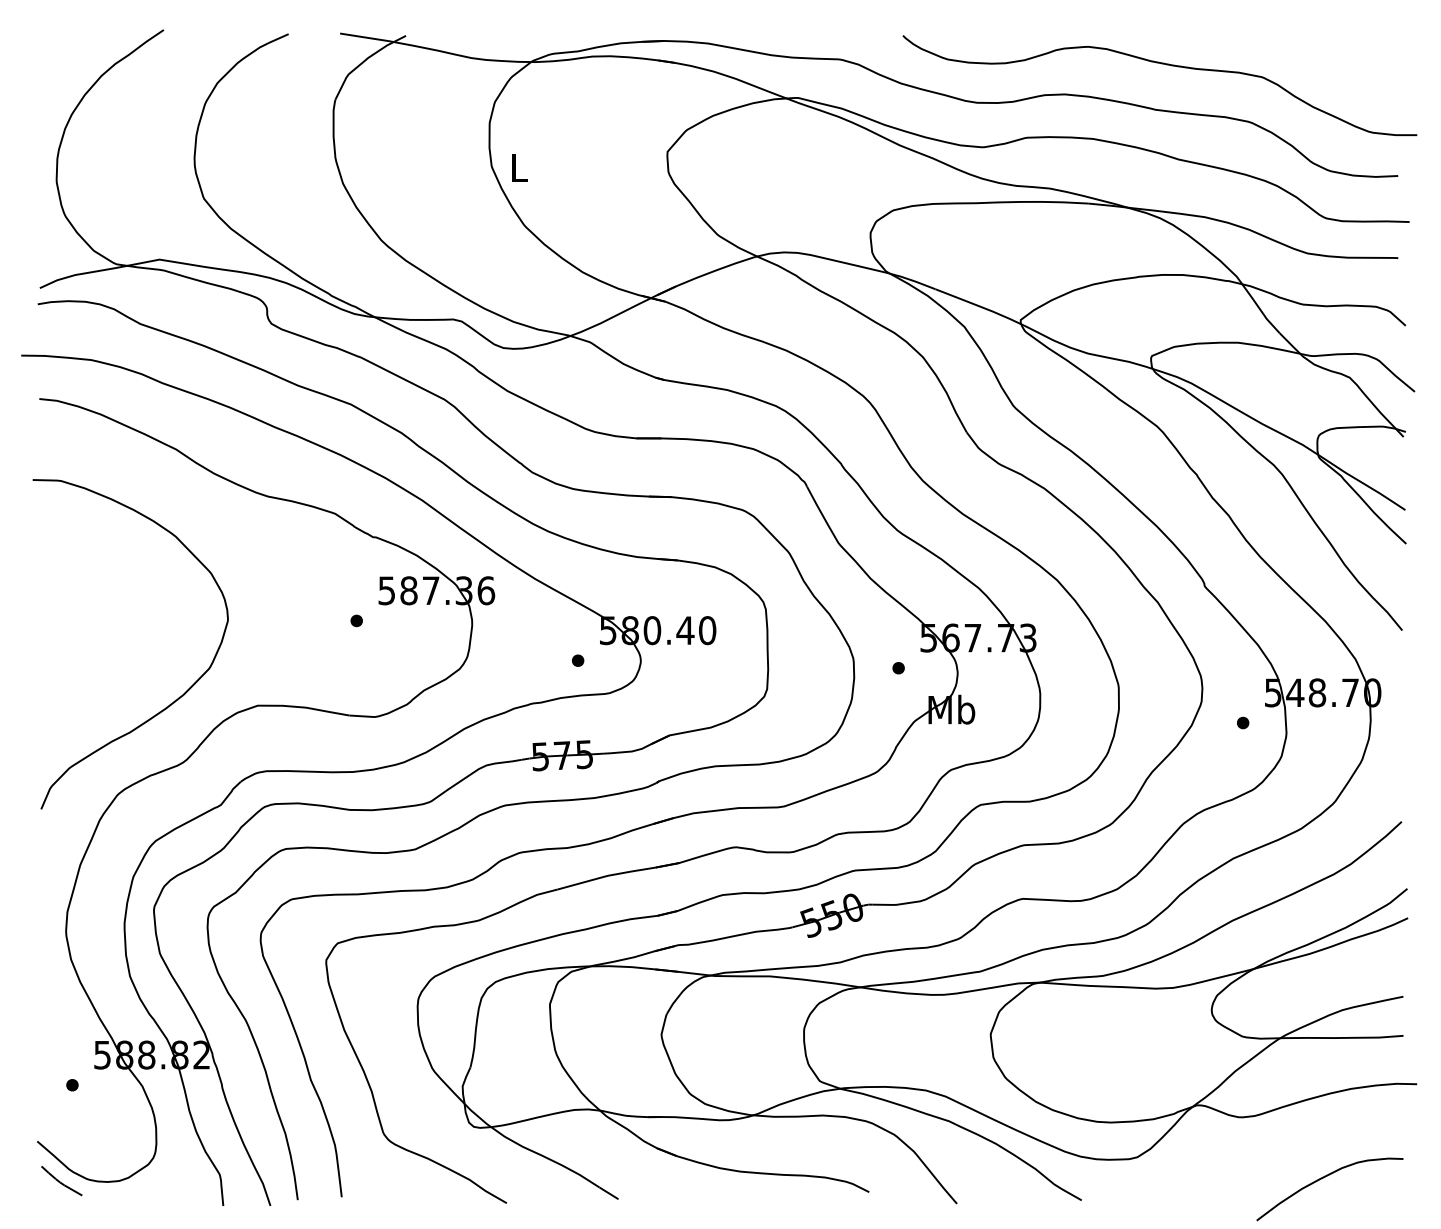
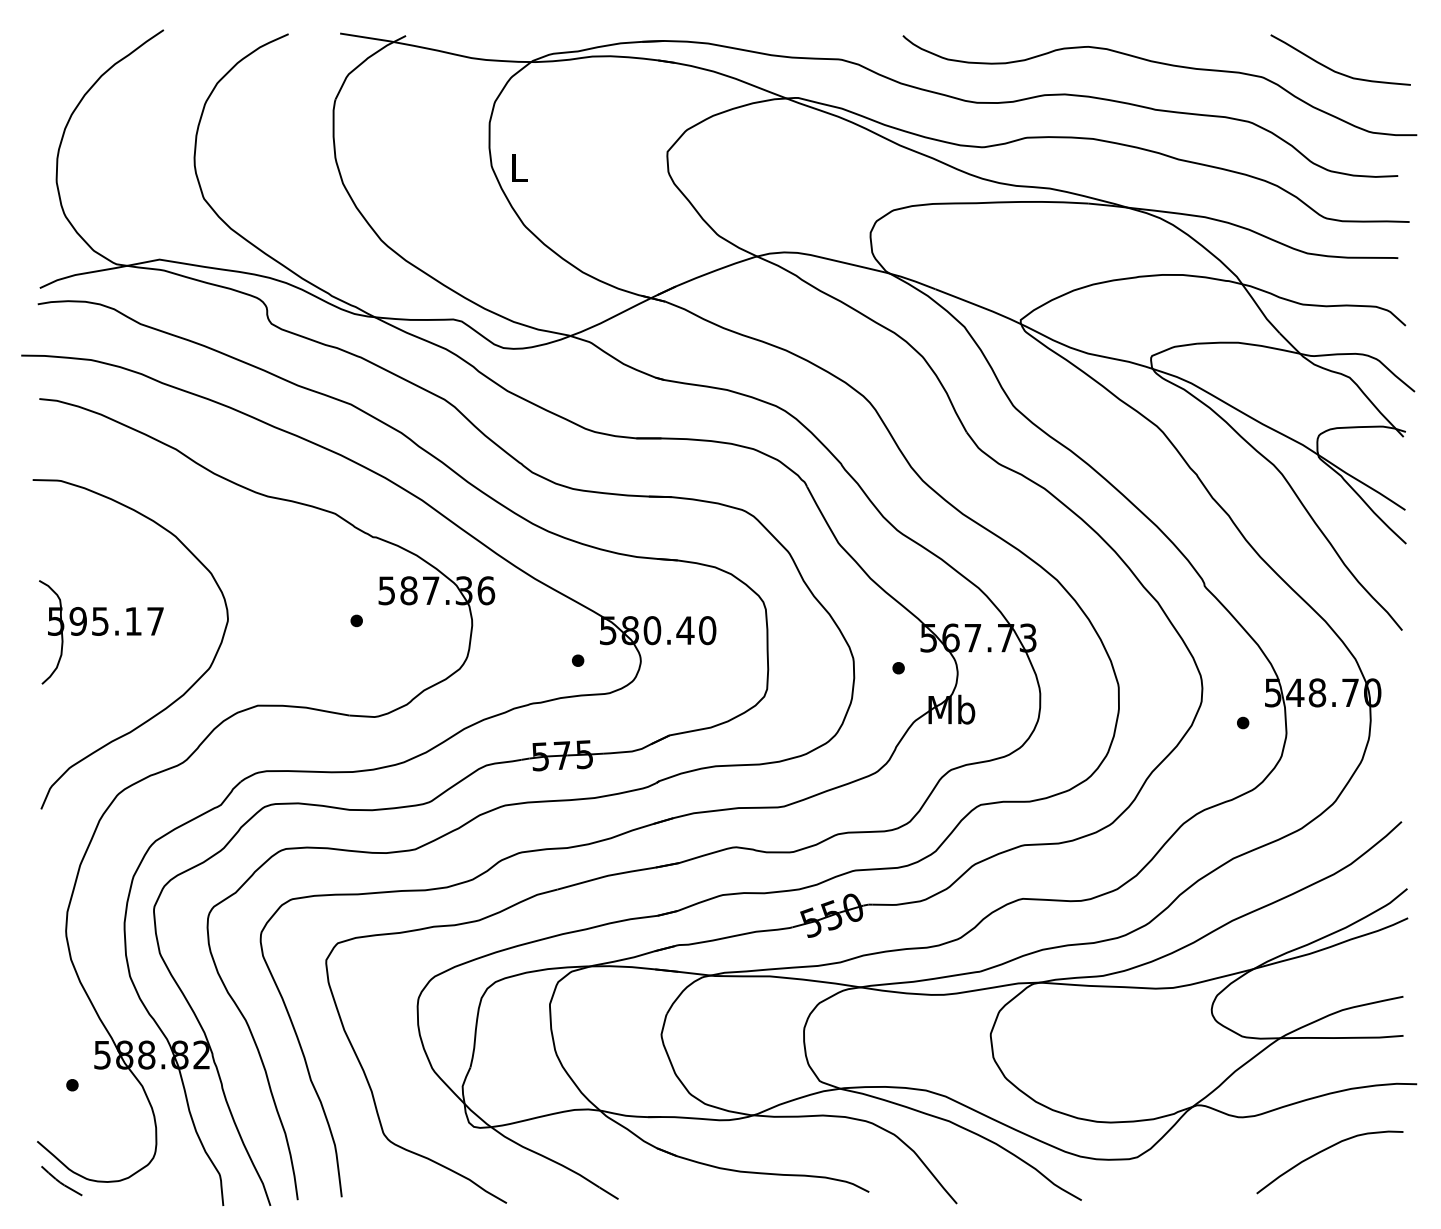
curve at (1335, 70): none -> present
part at (101, 632): none -> present
curve at (1323, 1178) position: (1323, 1178) -> (1323, 1151)
